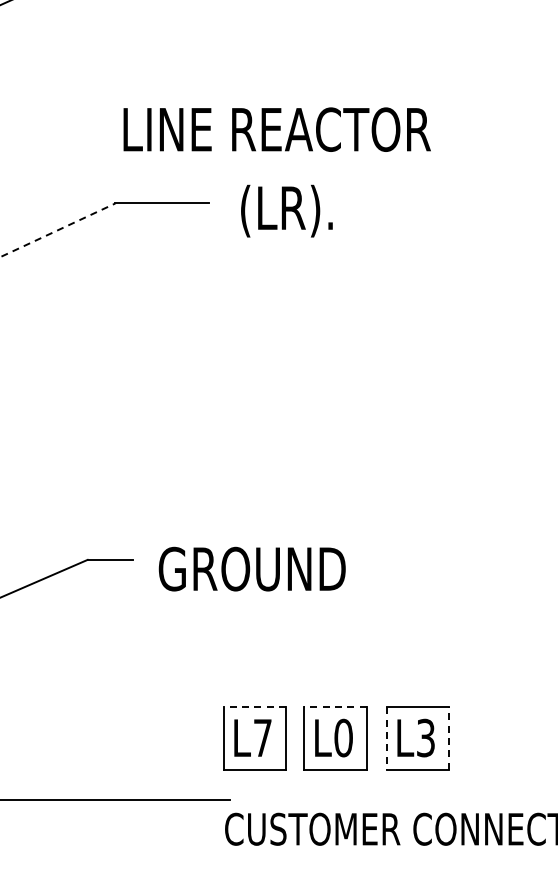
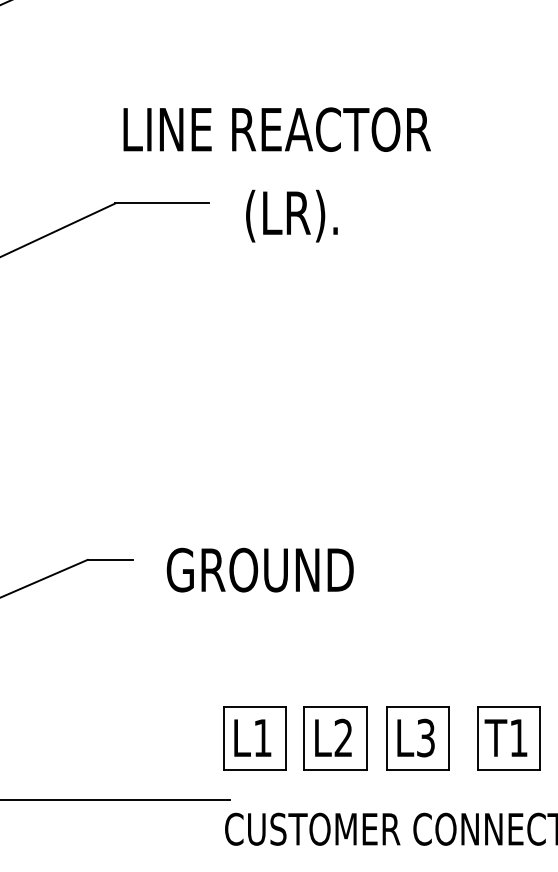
text at (286, 210) position: (286, 210) -> (291, 215)
line at (58, 229): dashed -> solid
text at (251, 568) position: (251, 568) -> (259, 569)
line at (254, 707): dashed -> solid
line at (335, 707): dashed -> solid
text at (262, 737): L7 -> L1
text at (343, 737): L0 -> L2
line at (386, 738): dashed -> solid
line at (448, 738): dashed -> solid
part at (508, 738): none -> present
